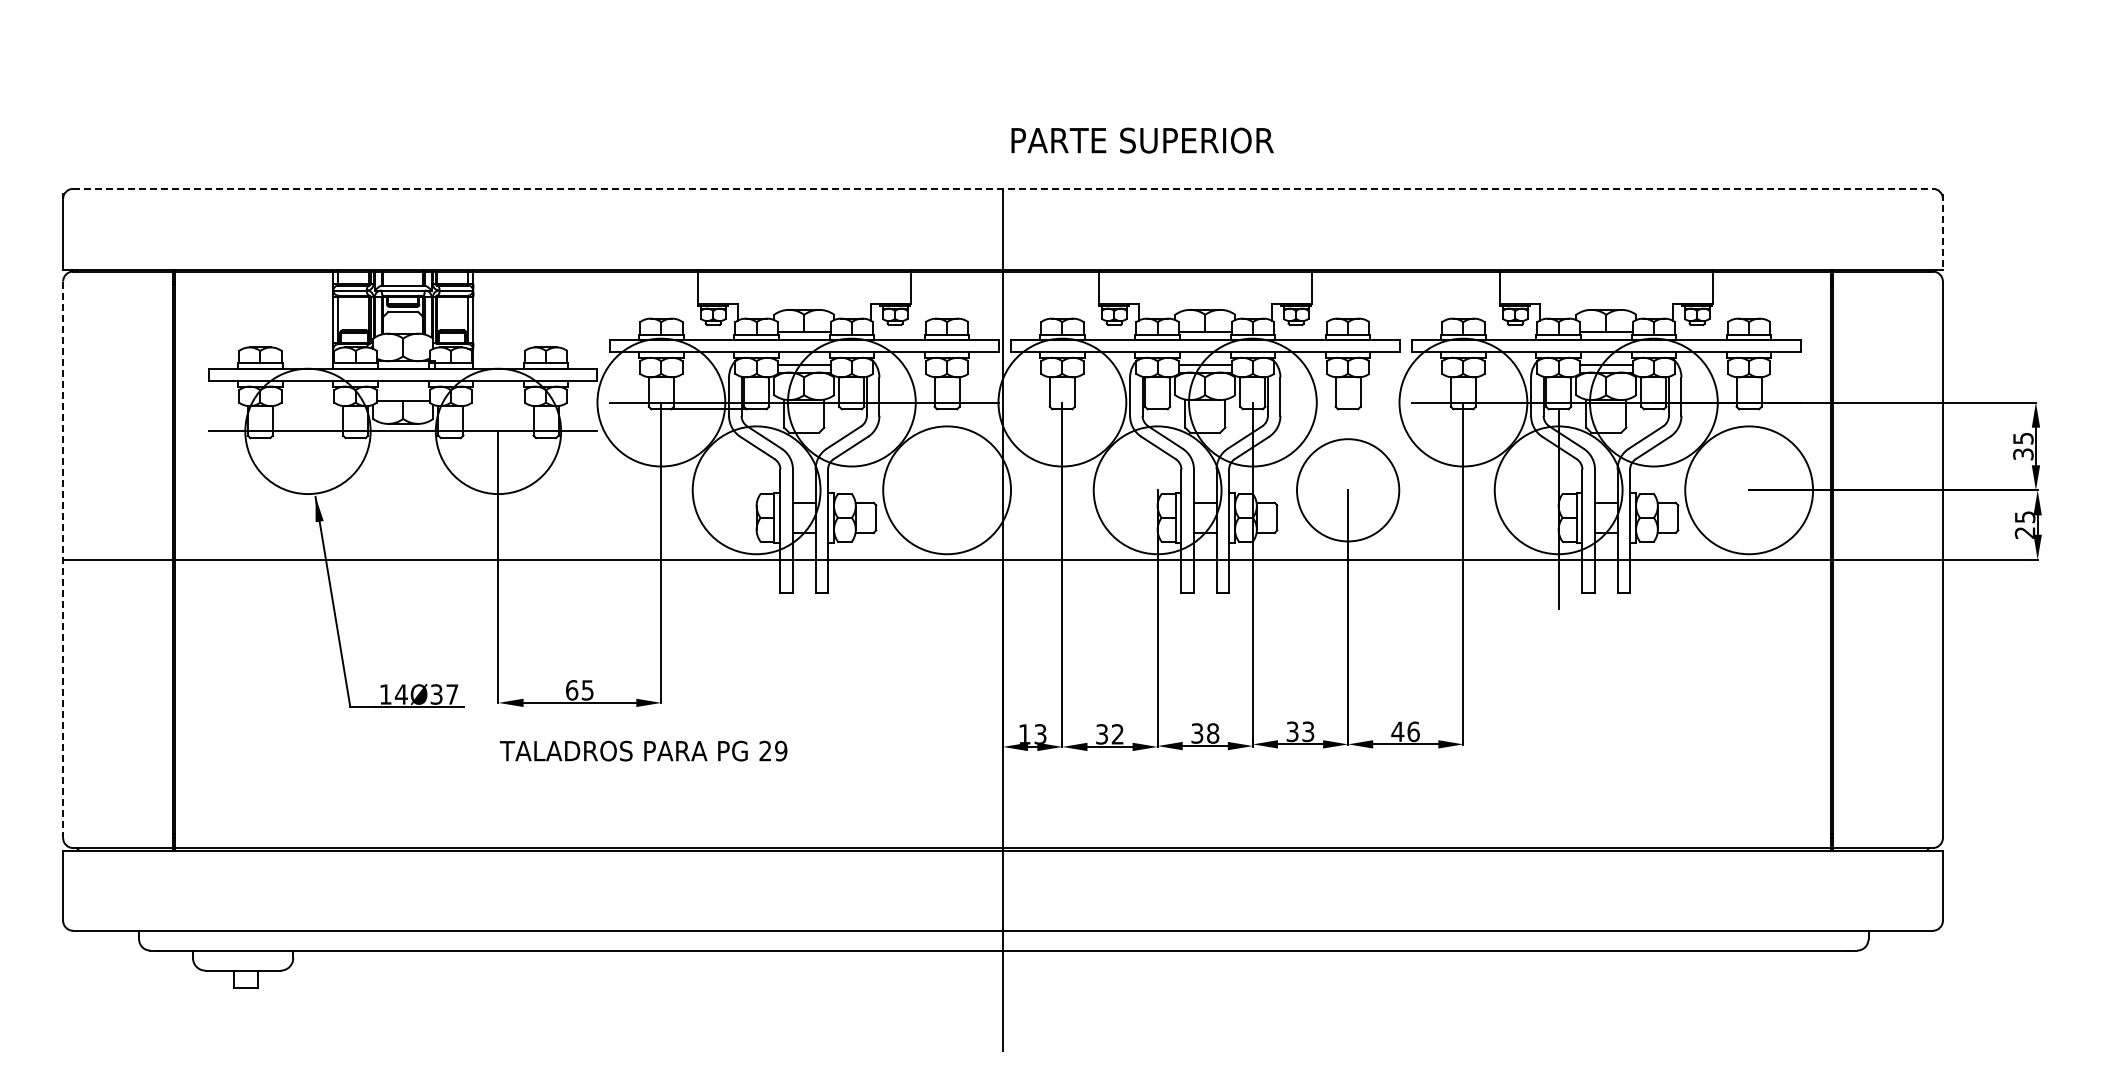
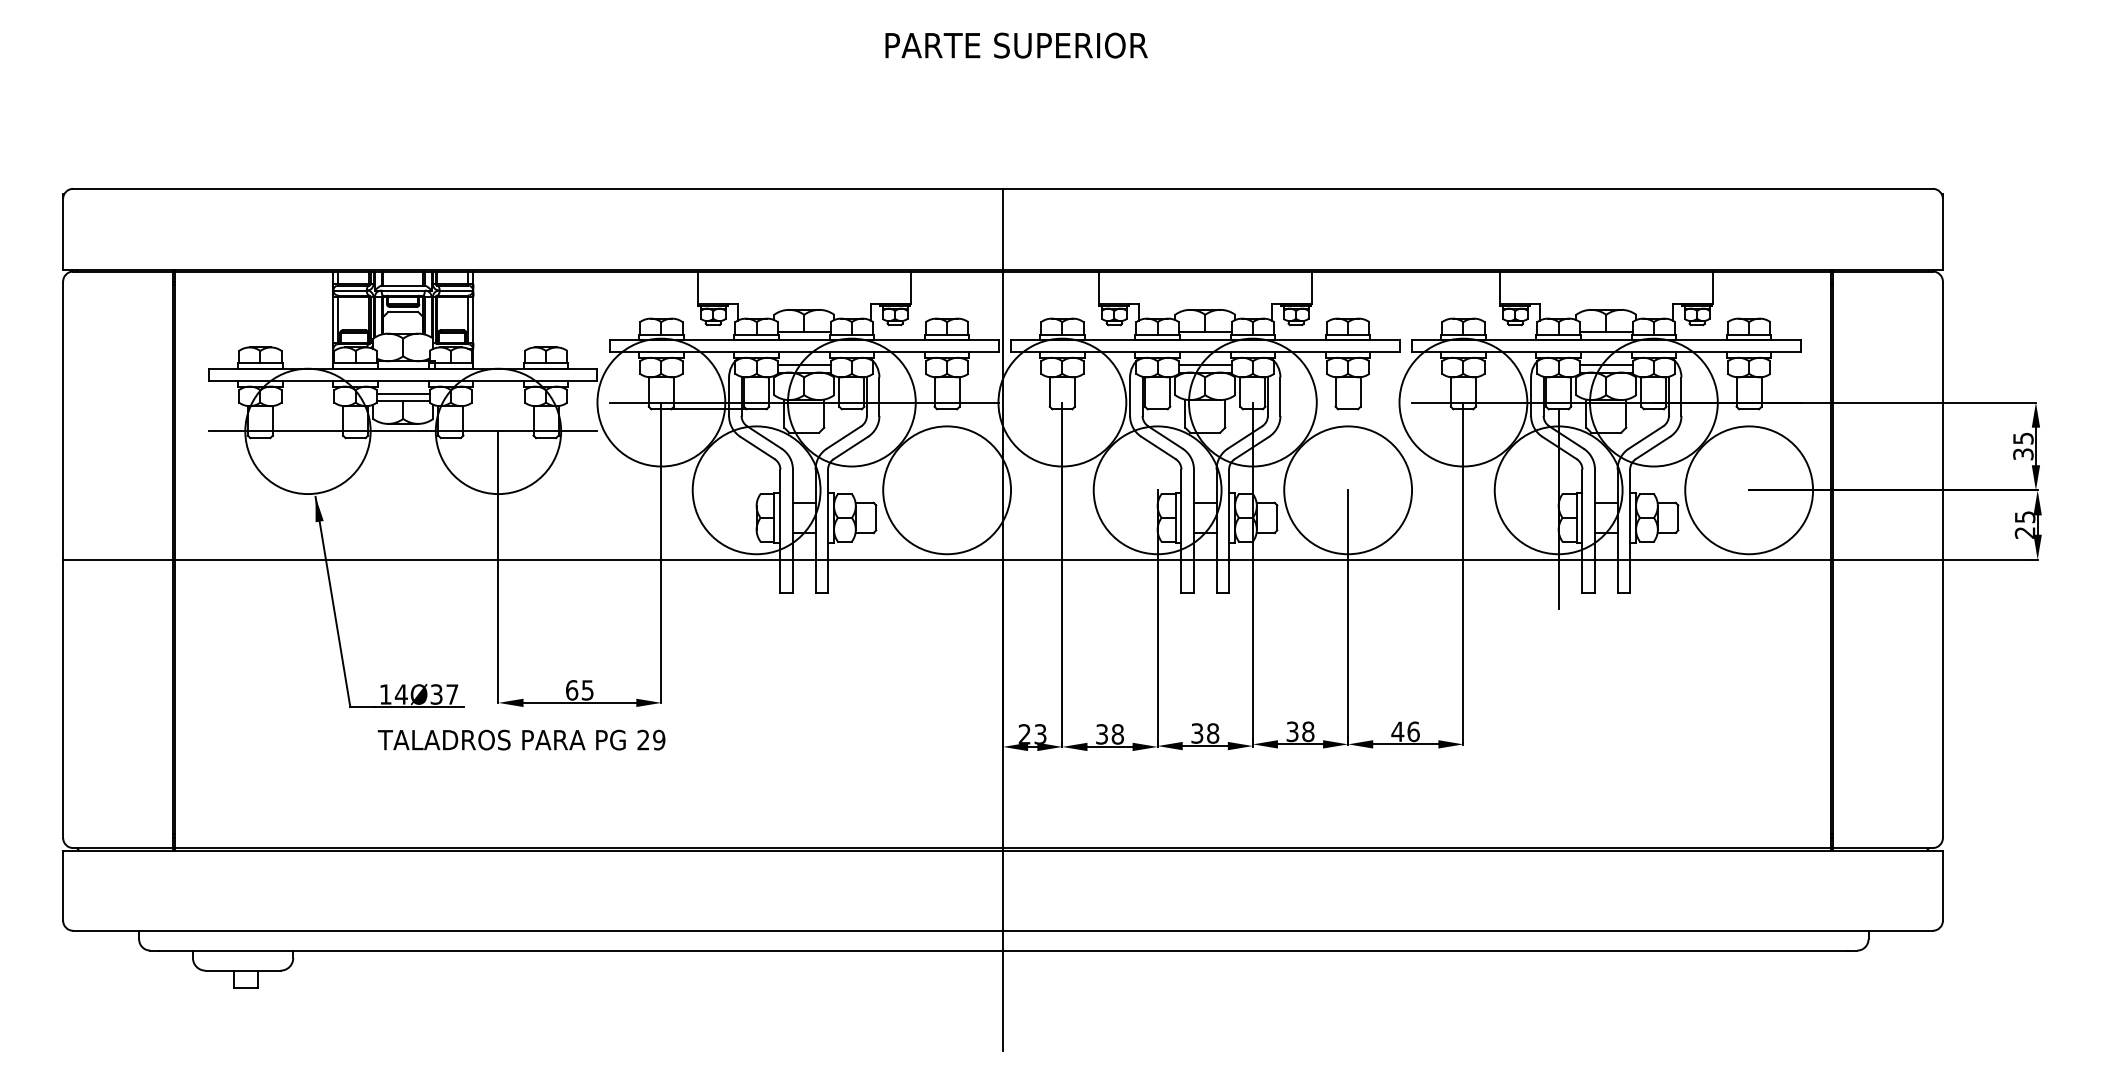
text at (1142, 140) position: (1142, 140) -> (1016, 45)
line at (1003, 188): dashed -> solid
line at (1942, 232): dashed -> solid
line at (402, 393): none -> present
circle at (1348, 490) diameter: 102 px -> 128 px
line at (63, 560): dashed -> solid
text at (1308, 731): 33 -> 38
text at (1024, 733): 13 -> 23
text at (1117, 734): 32 -> 38
text at (643, 750) position: (643, 750) -> (521, 739)
